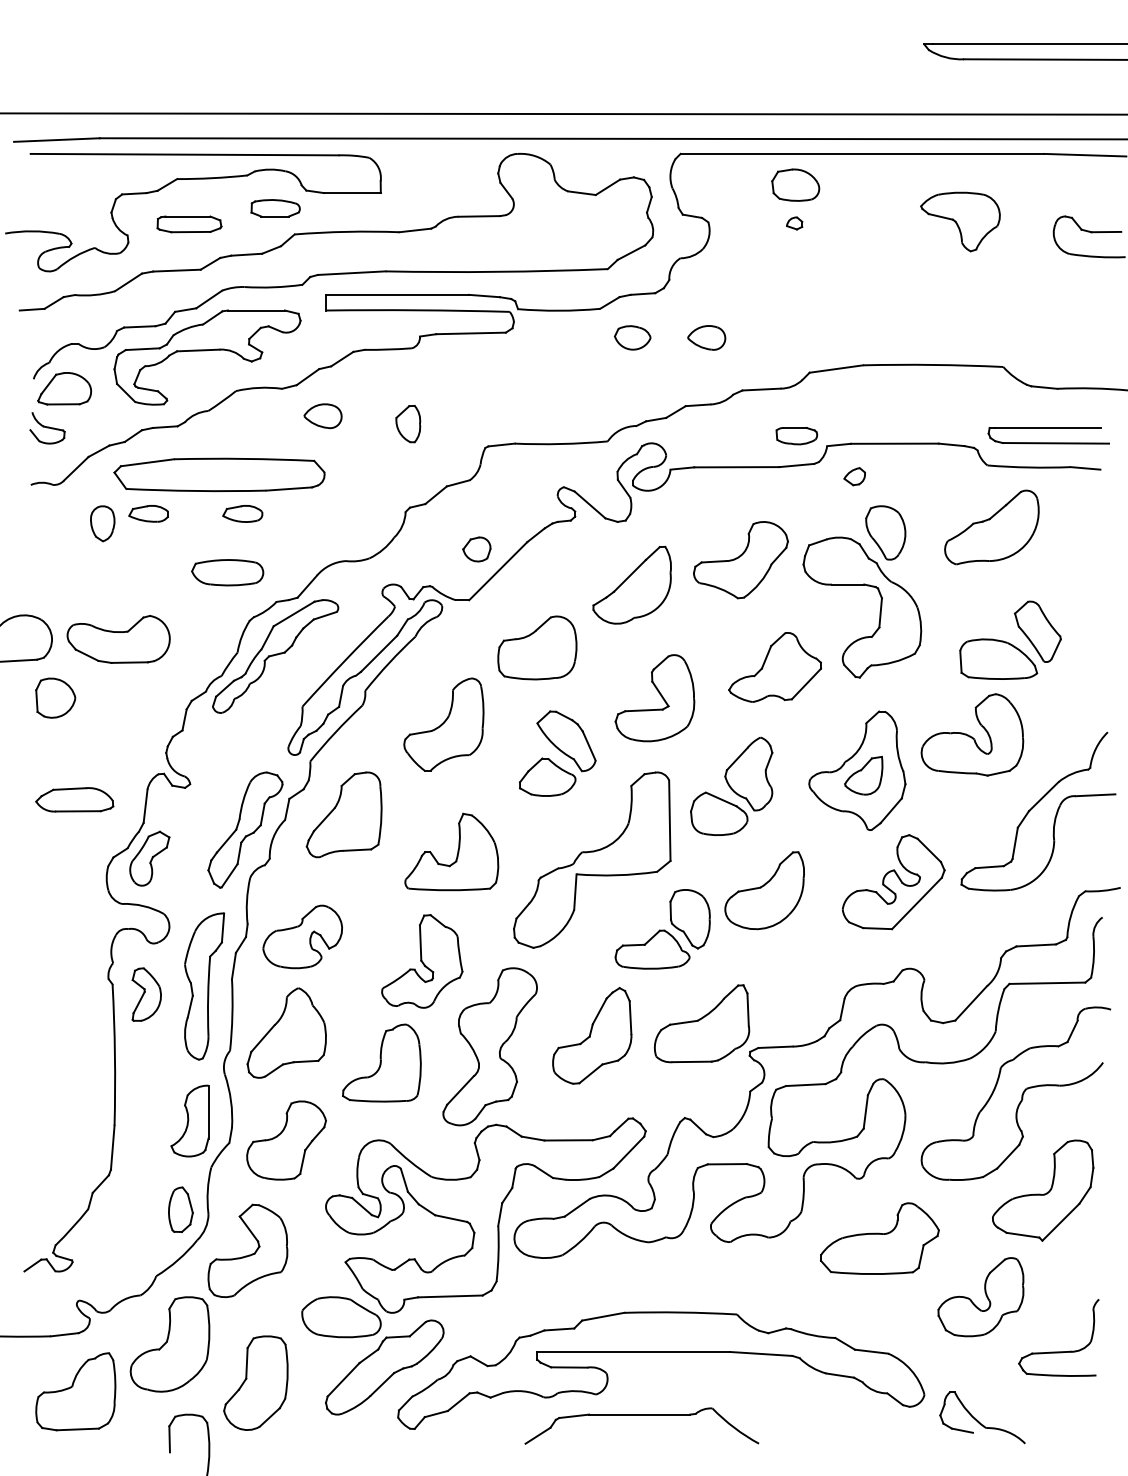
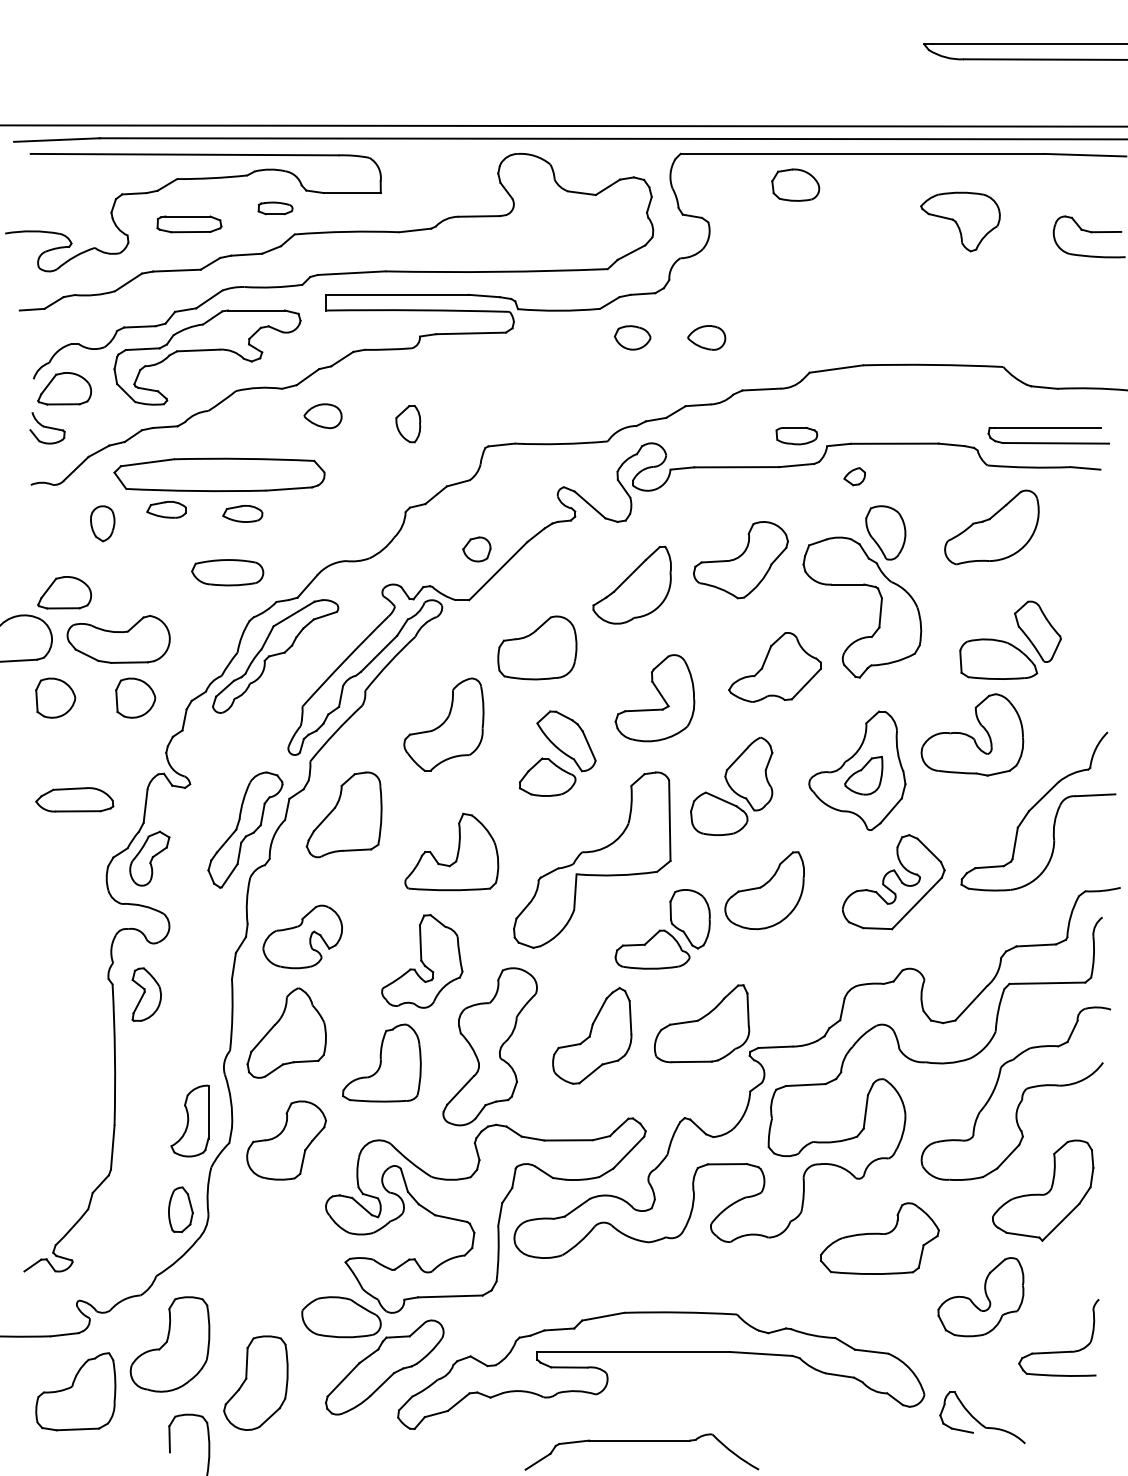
line at (563, 113) position: (563, 113) -> (563, 125)
part at (275, 208) size: 51x19 px -> 37x15 px
part at (794, 223): present -> none
part at (148, 513) position: (148, 513) -> (166, 509)
part at (64, 592): none -> present
part at (135, 697): none -> present
part at (204, 986): present -> none
part at (247, 1250): present -> none
part at (641, 1415) position: (641, 1415) -> (641, 1441)
